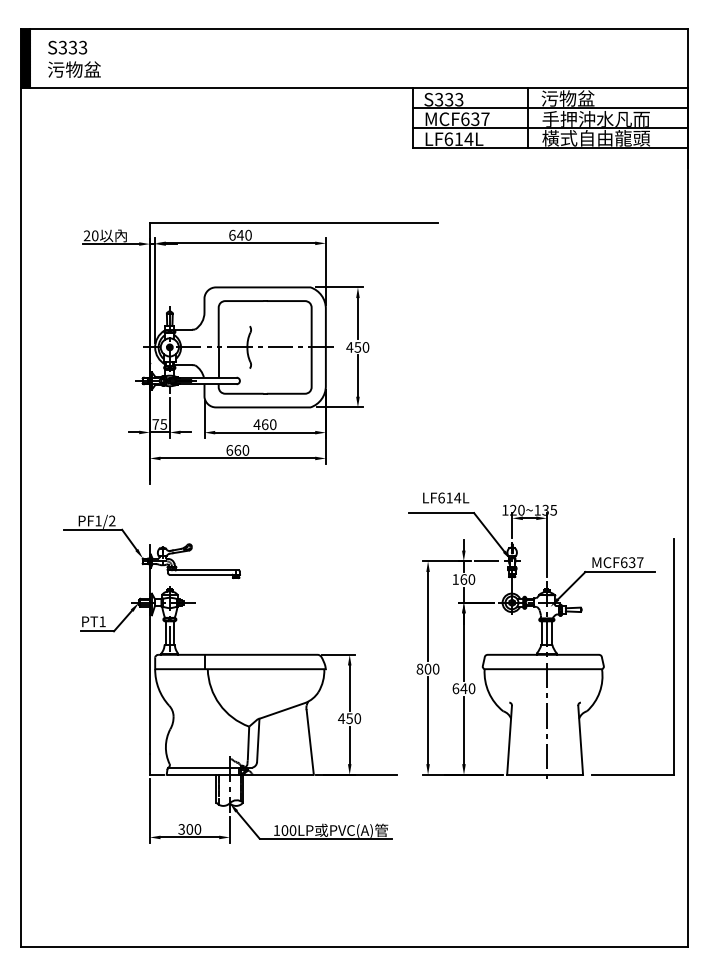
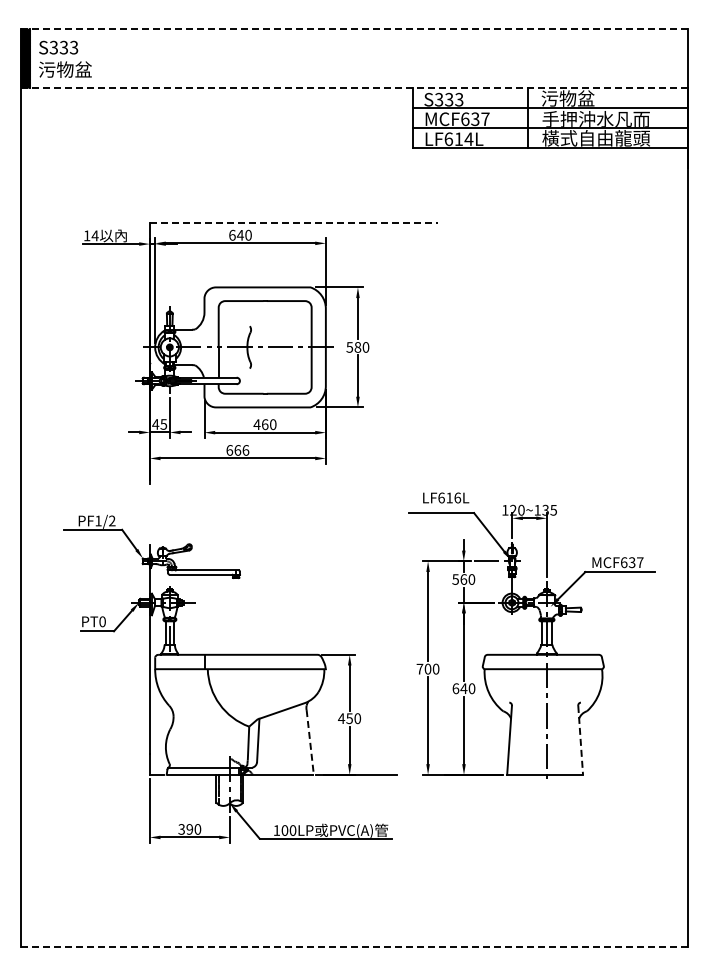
line at (353, 29): solid -> dashed
text at (74, 58) position: (74, 58) -> (65, 58)
line at (353, 87): solid -> dashed
line at (293, 222): solid -> dashed
text at (90, 235): 20 -> 14
text at (353, 347): 450 -> 580
text at (155, 424): 75 -> 45
text at (245, 450): 660 -> 666
text at (457, 497): LF614L -> LF616L
text at (455, 579): 160 -> 560
text at (102, 621): PT1 -> PT0
part at (673, 656): present -> none
text at (419, 668): 800 -> 700
line at (580, 740): solid -> dashed
line at (310, 742): solid -> dashed
text at (189, 829): 300 -> 390
line at (354, 946): solid -> dashed
